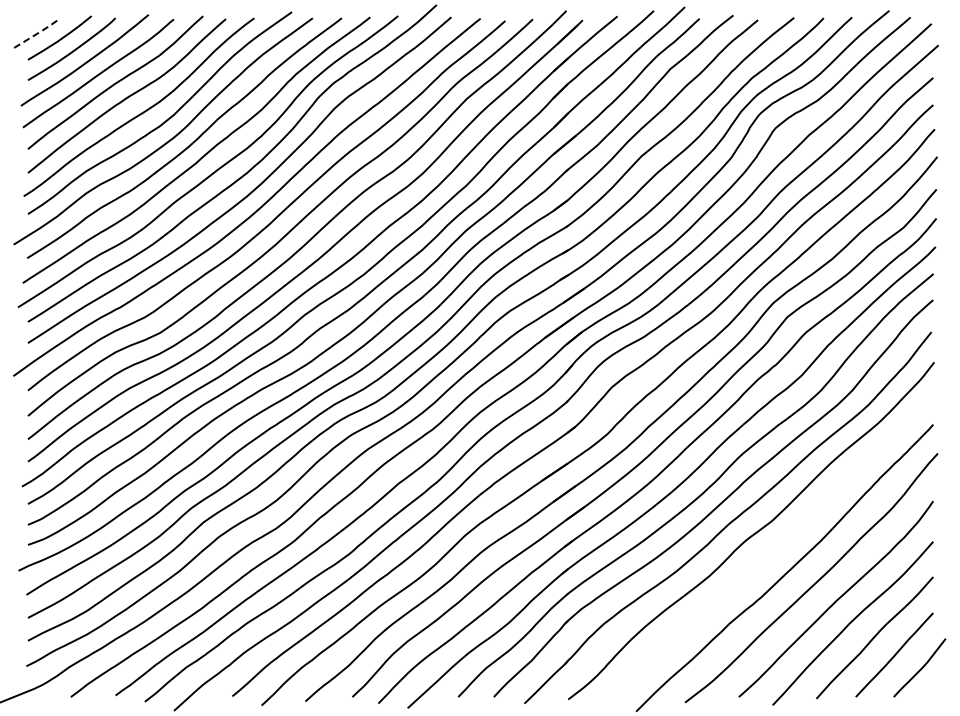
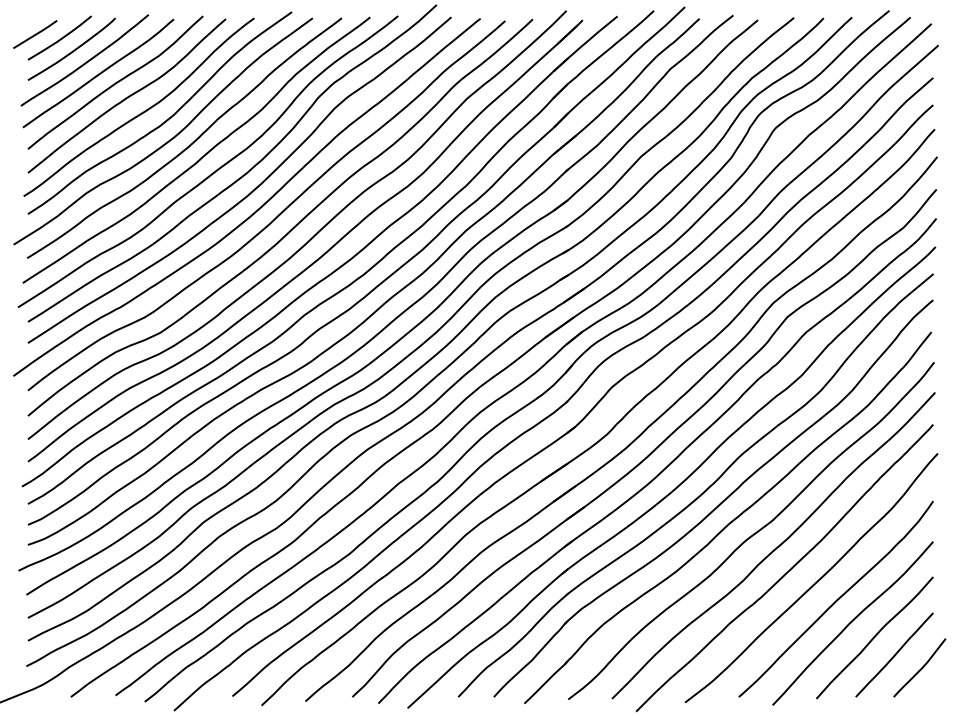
line at (36, 34): dashed -> solid
curve at (775, 547): none -> present
